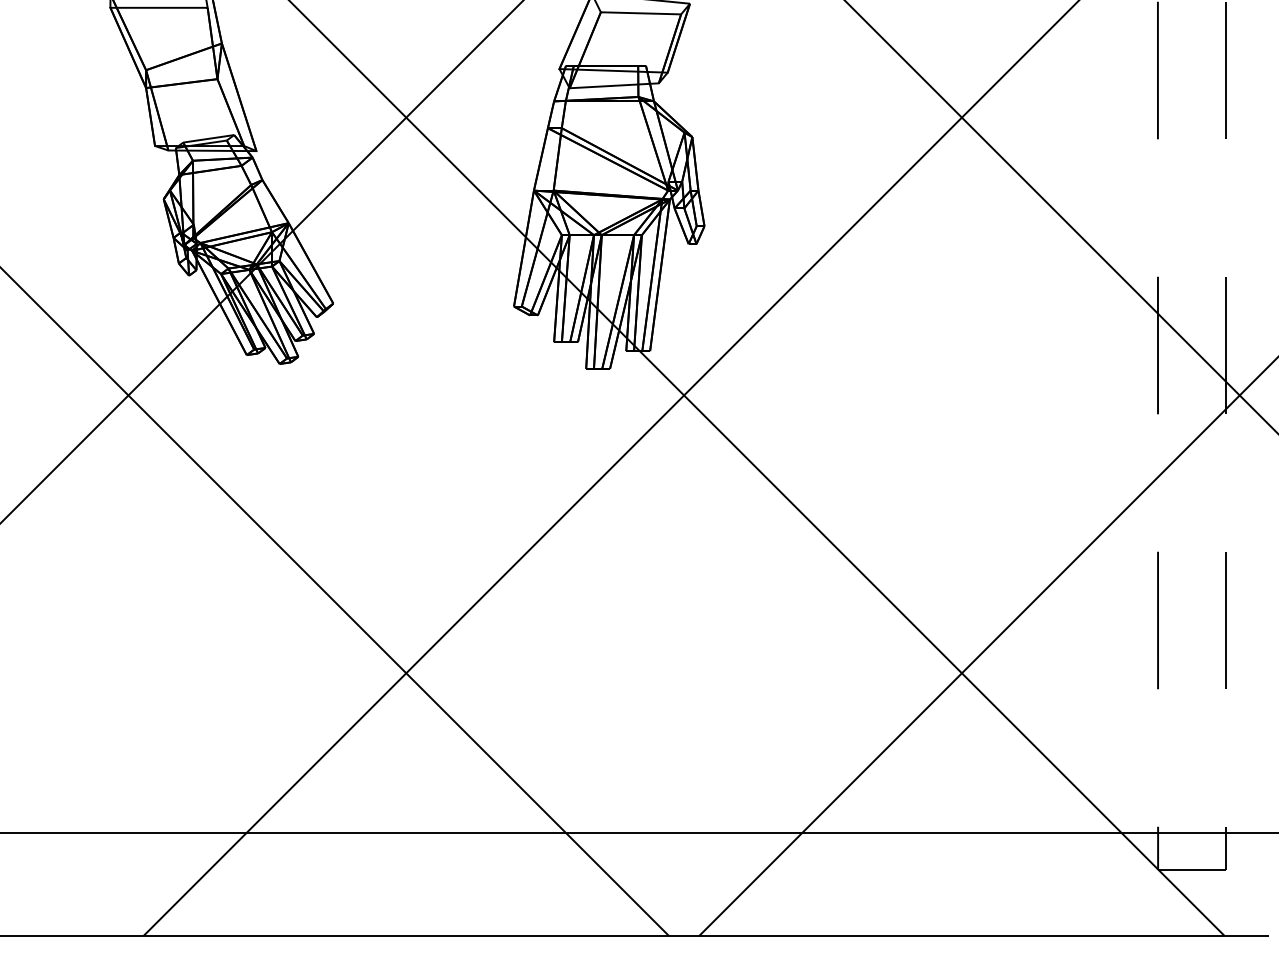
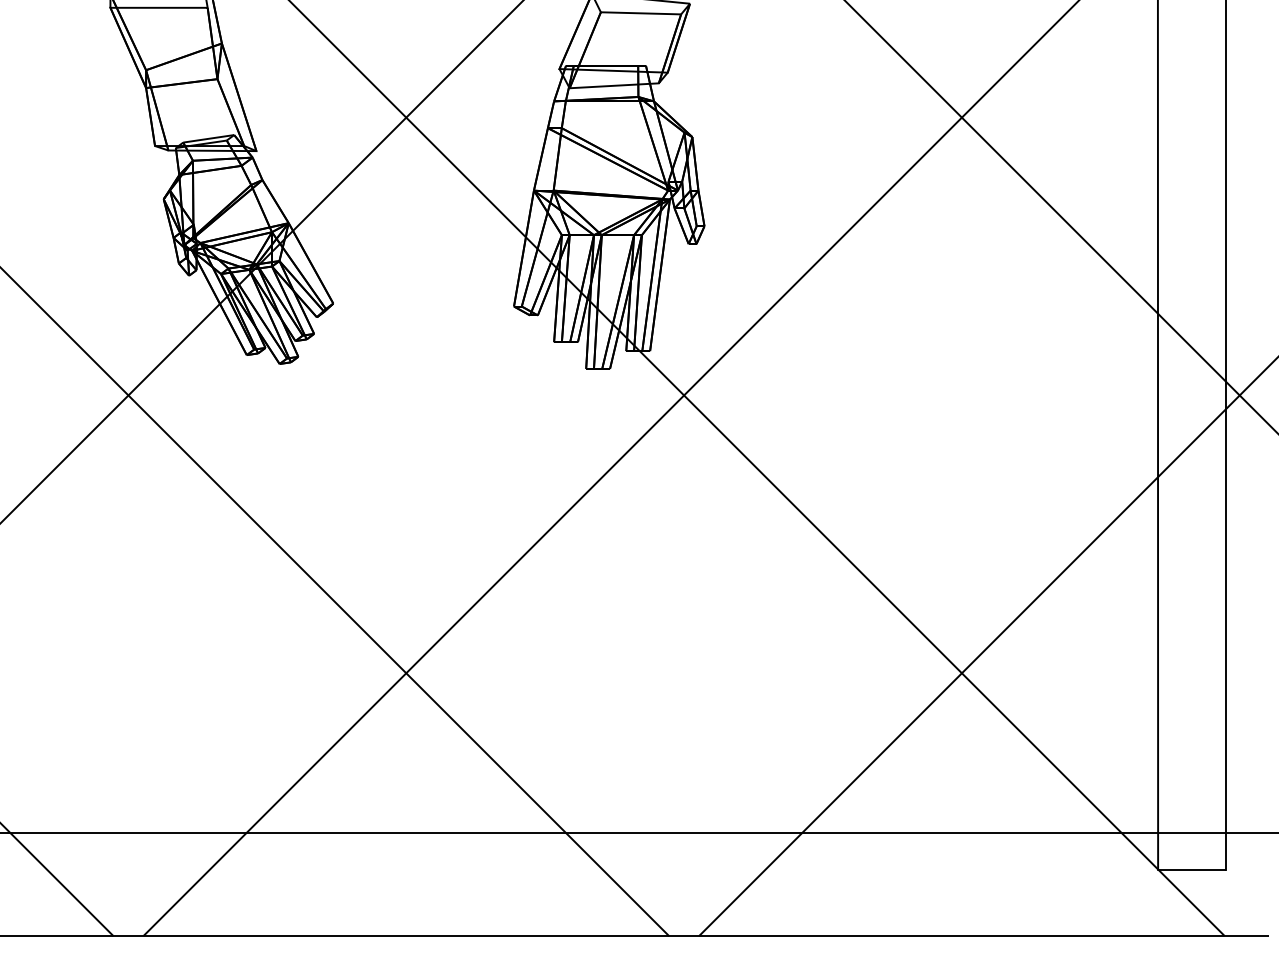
line at (1158, 435): dashed -> solid
line at (1226, 435): dashed -> solid
line at (57, 880): none -> present
